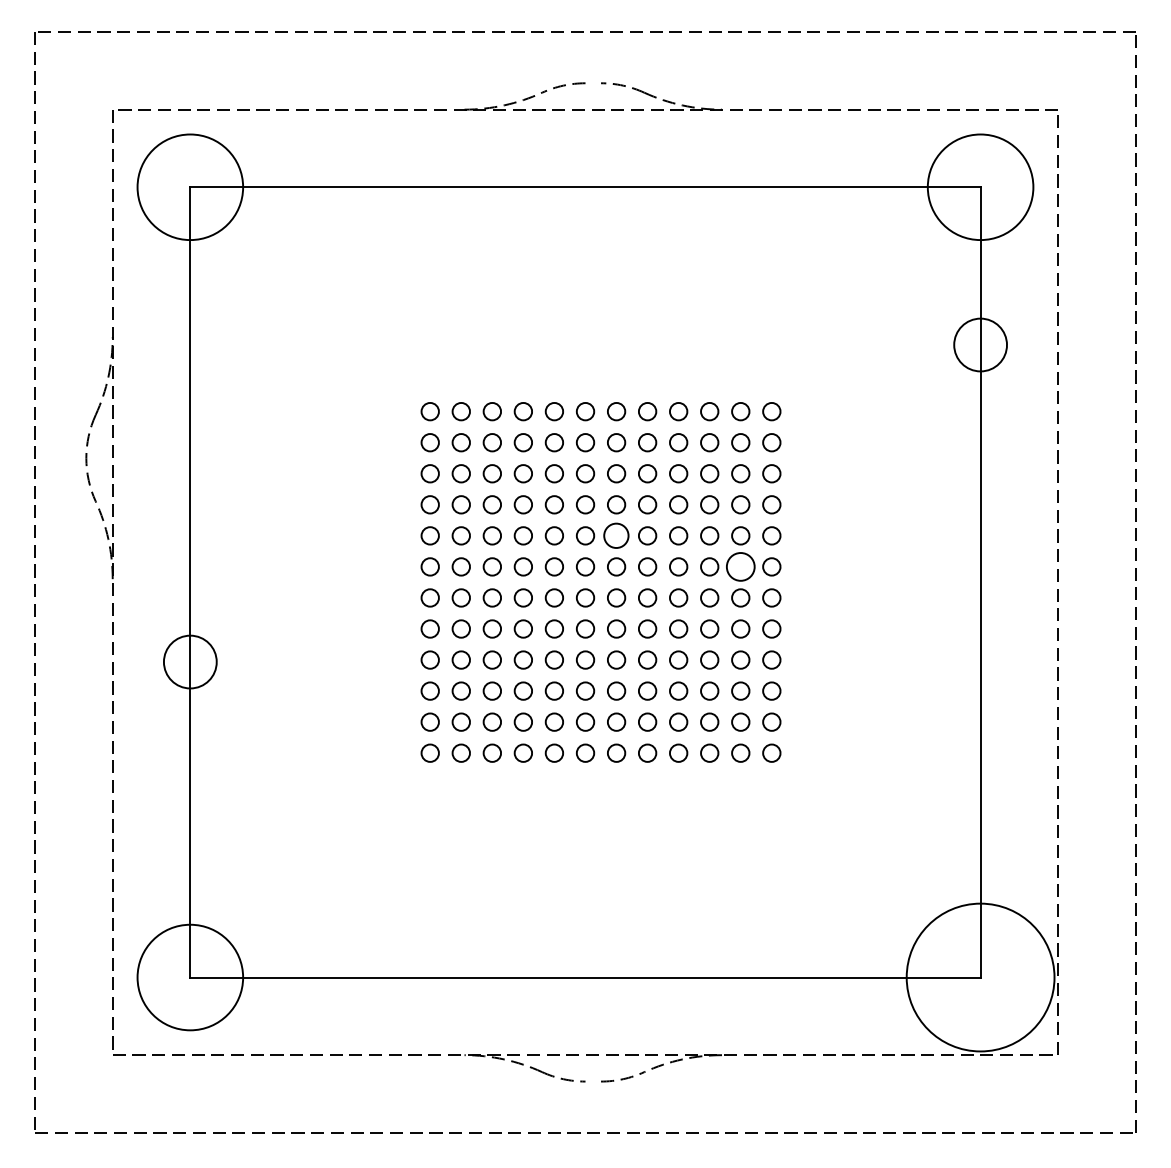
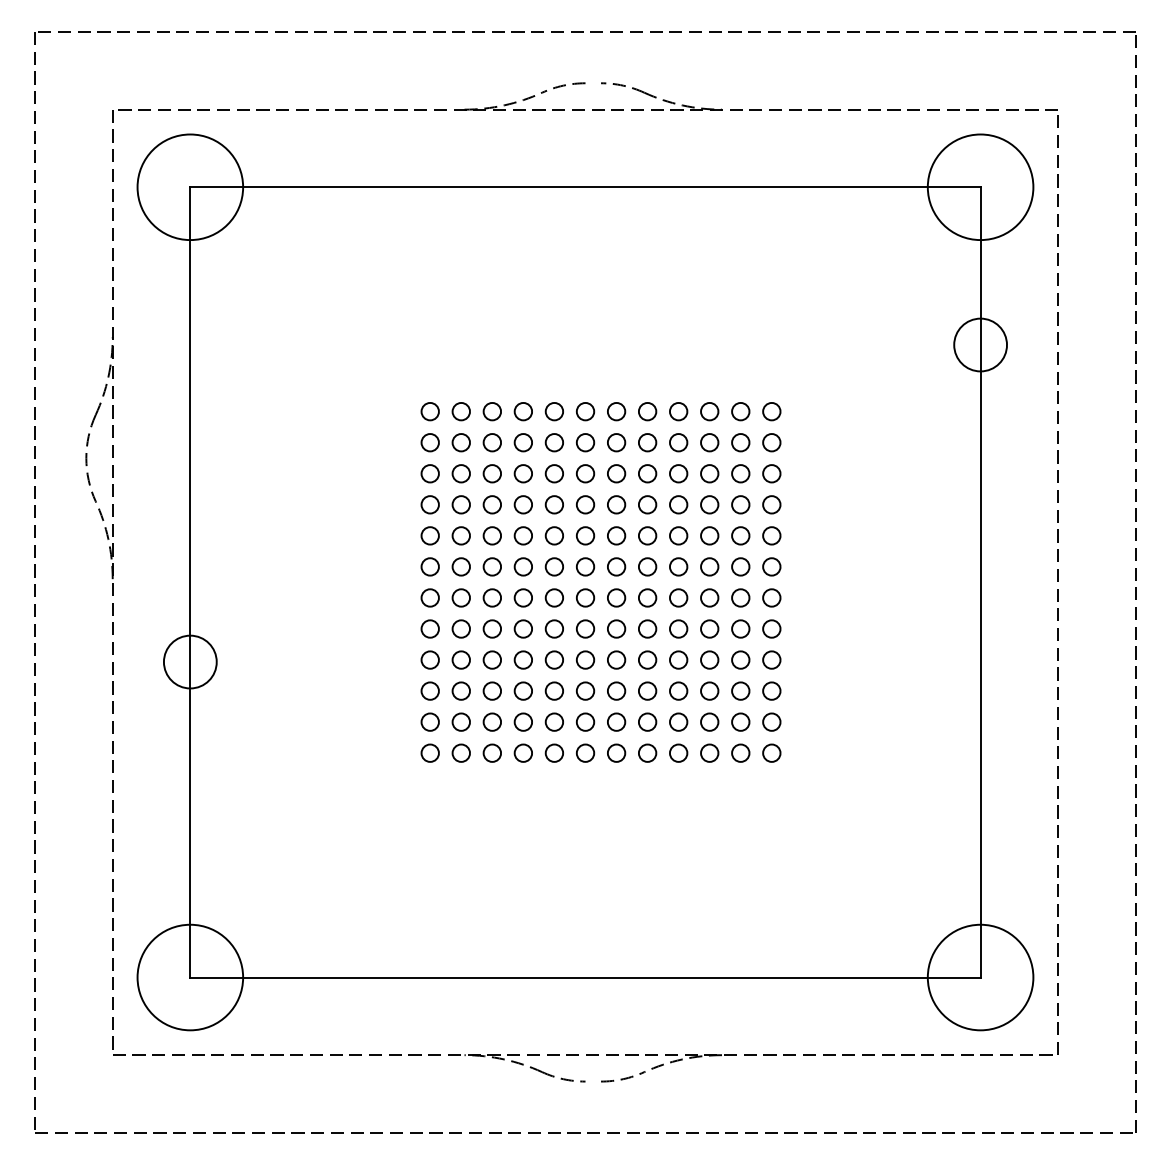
circle at (616, 535) size: 27x27 px -> 20x20 px
circle at (740, 566) diameter: 28 px -> 17 px
circle at (980, 977) diameter: 148 px -> 106 px
